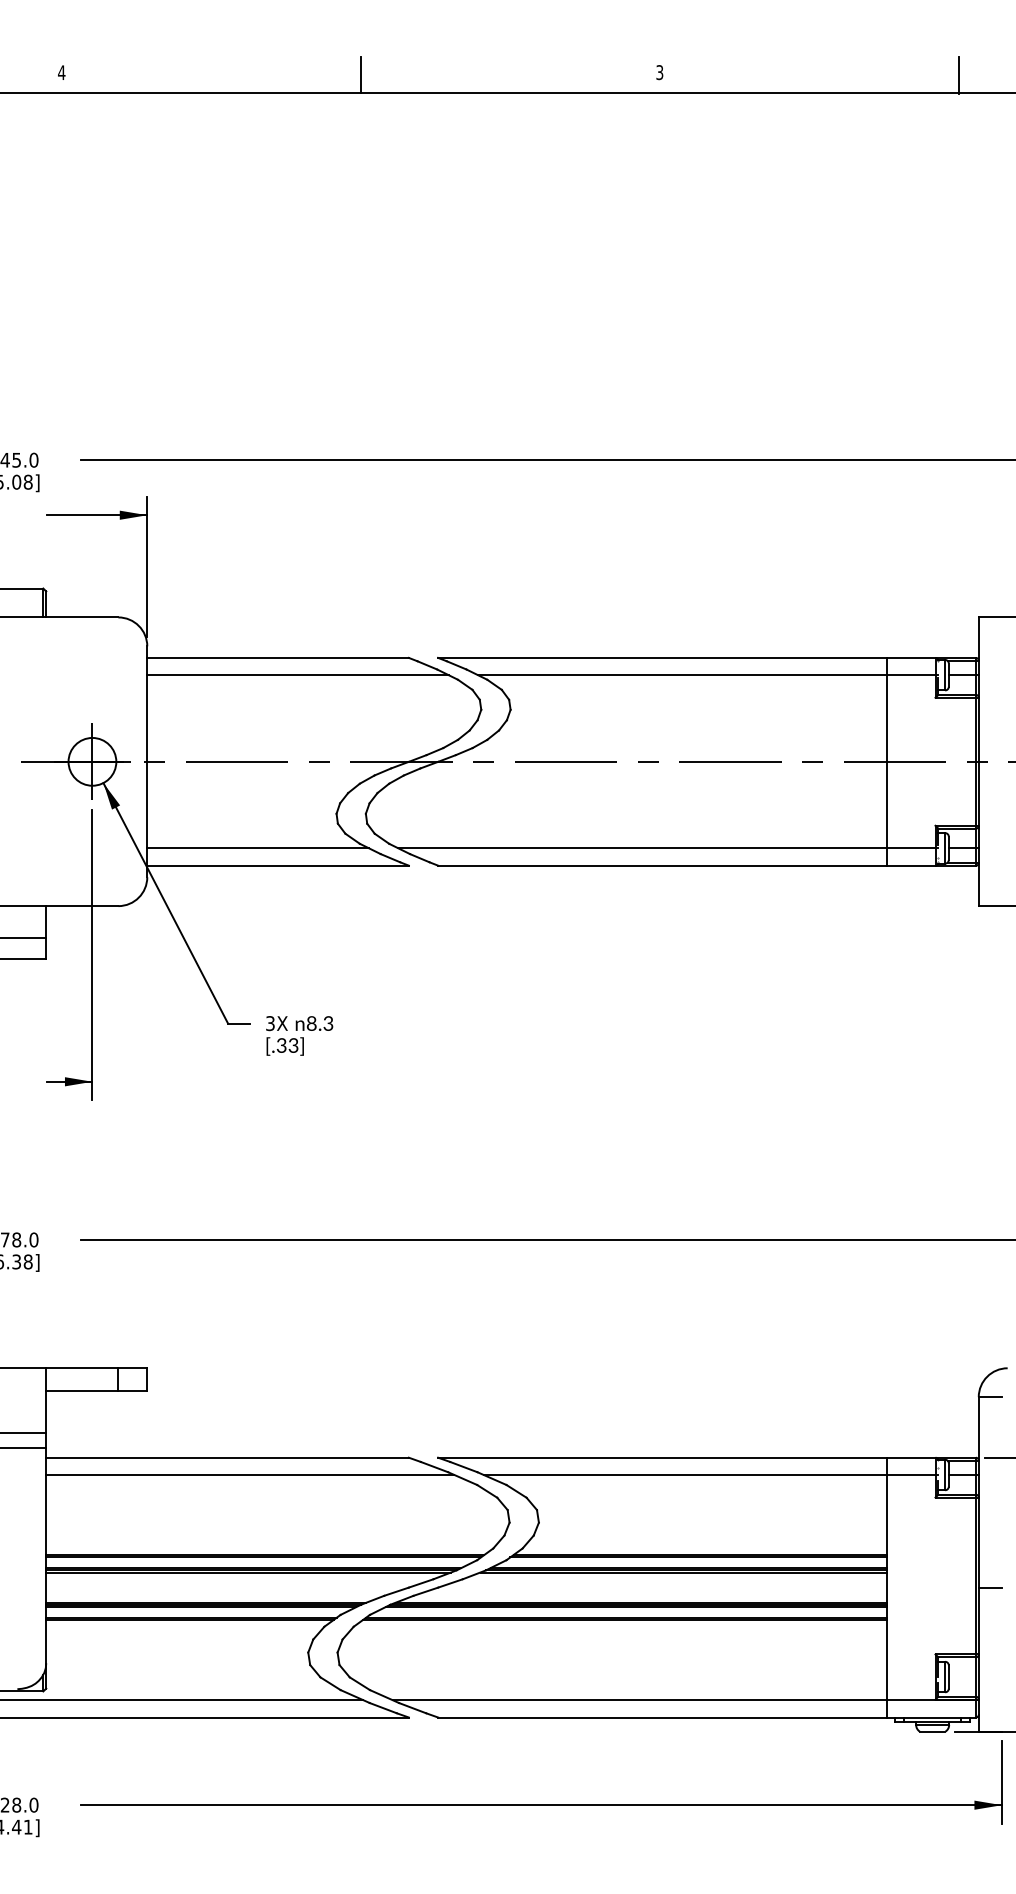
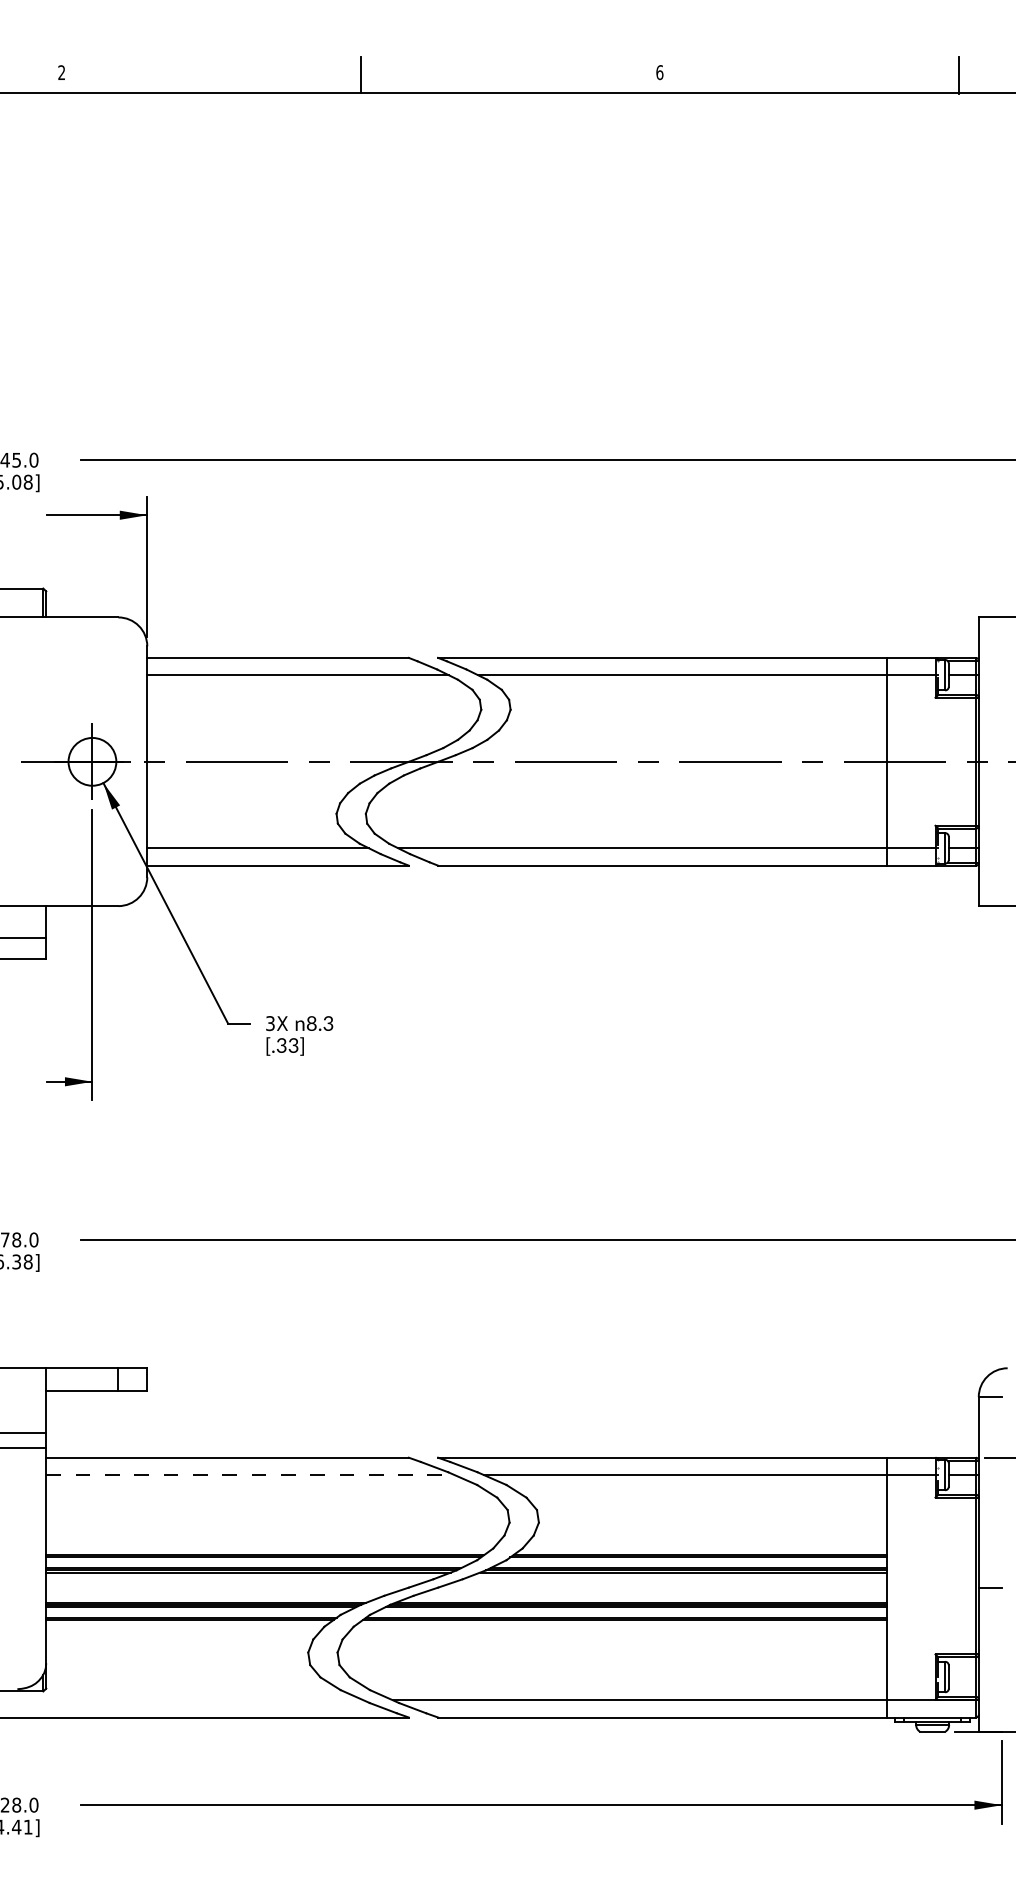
text at (61, 72): 4 -> 2
text at (659, 72): 3 -> 6
line at (250, 1475): solid -> dashed
line at (182, 1700): present -> none
